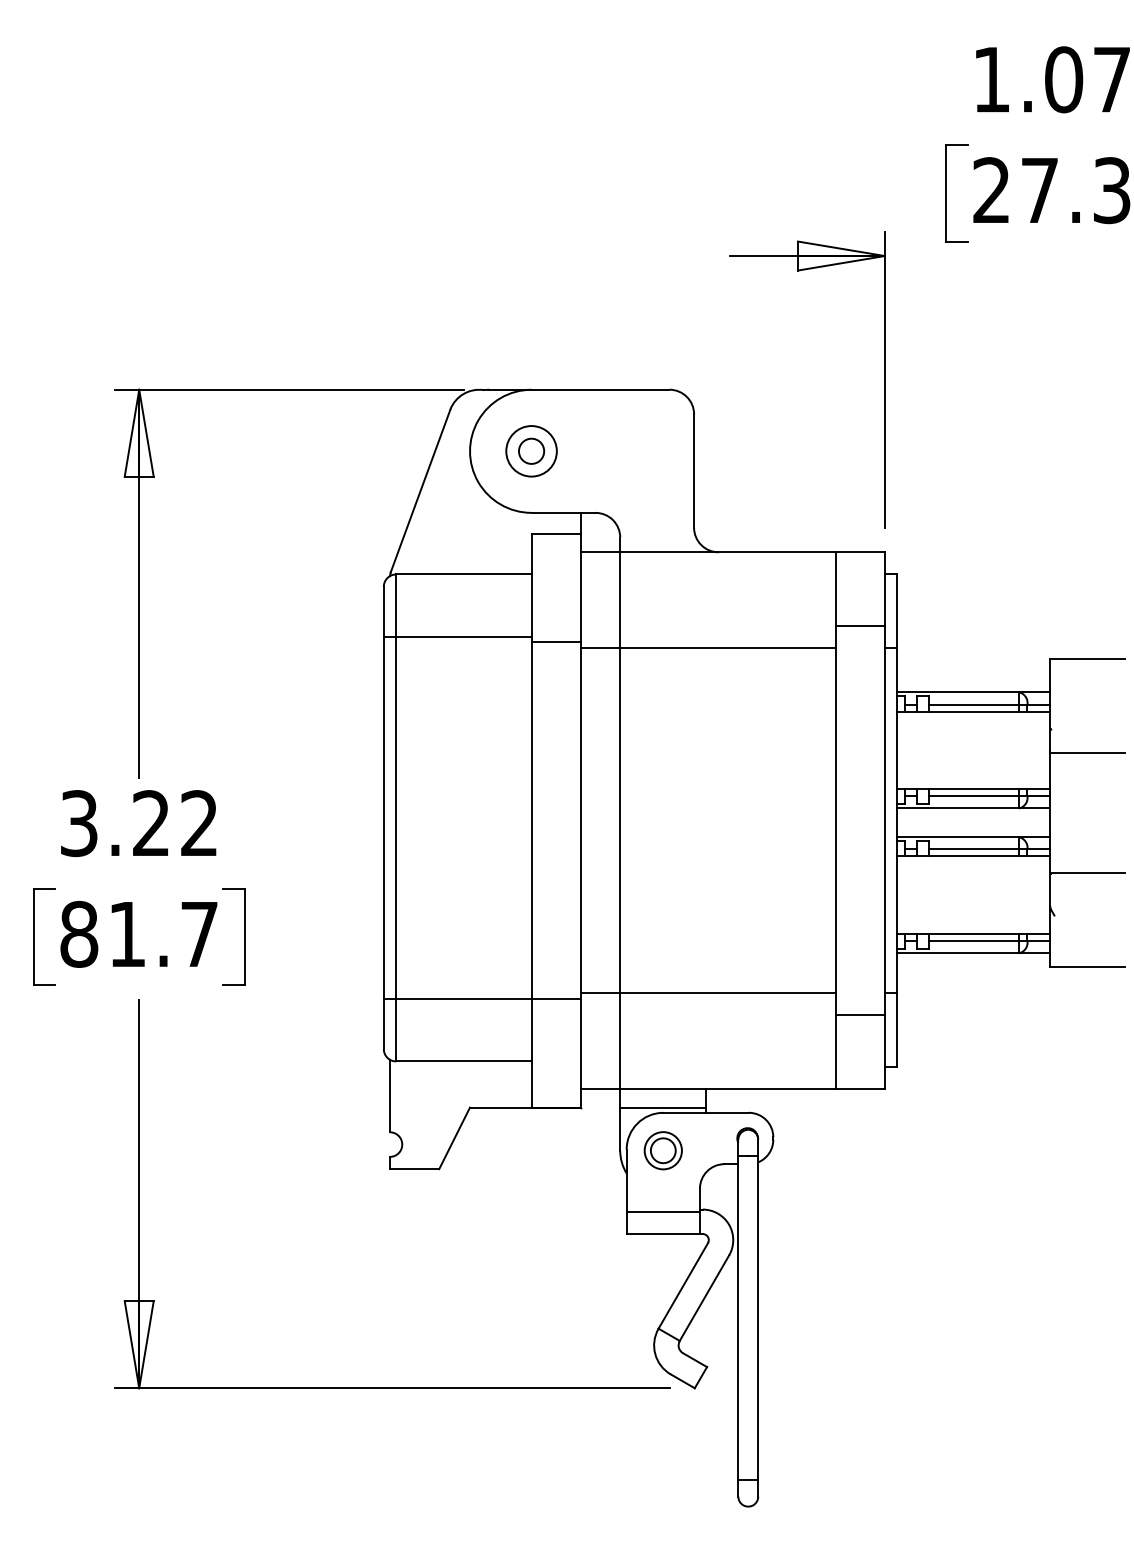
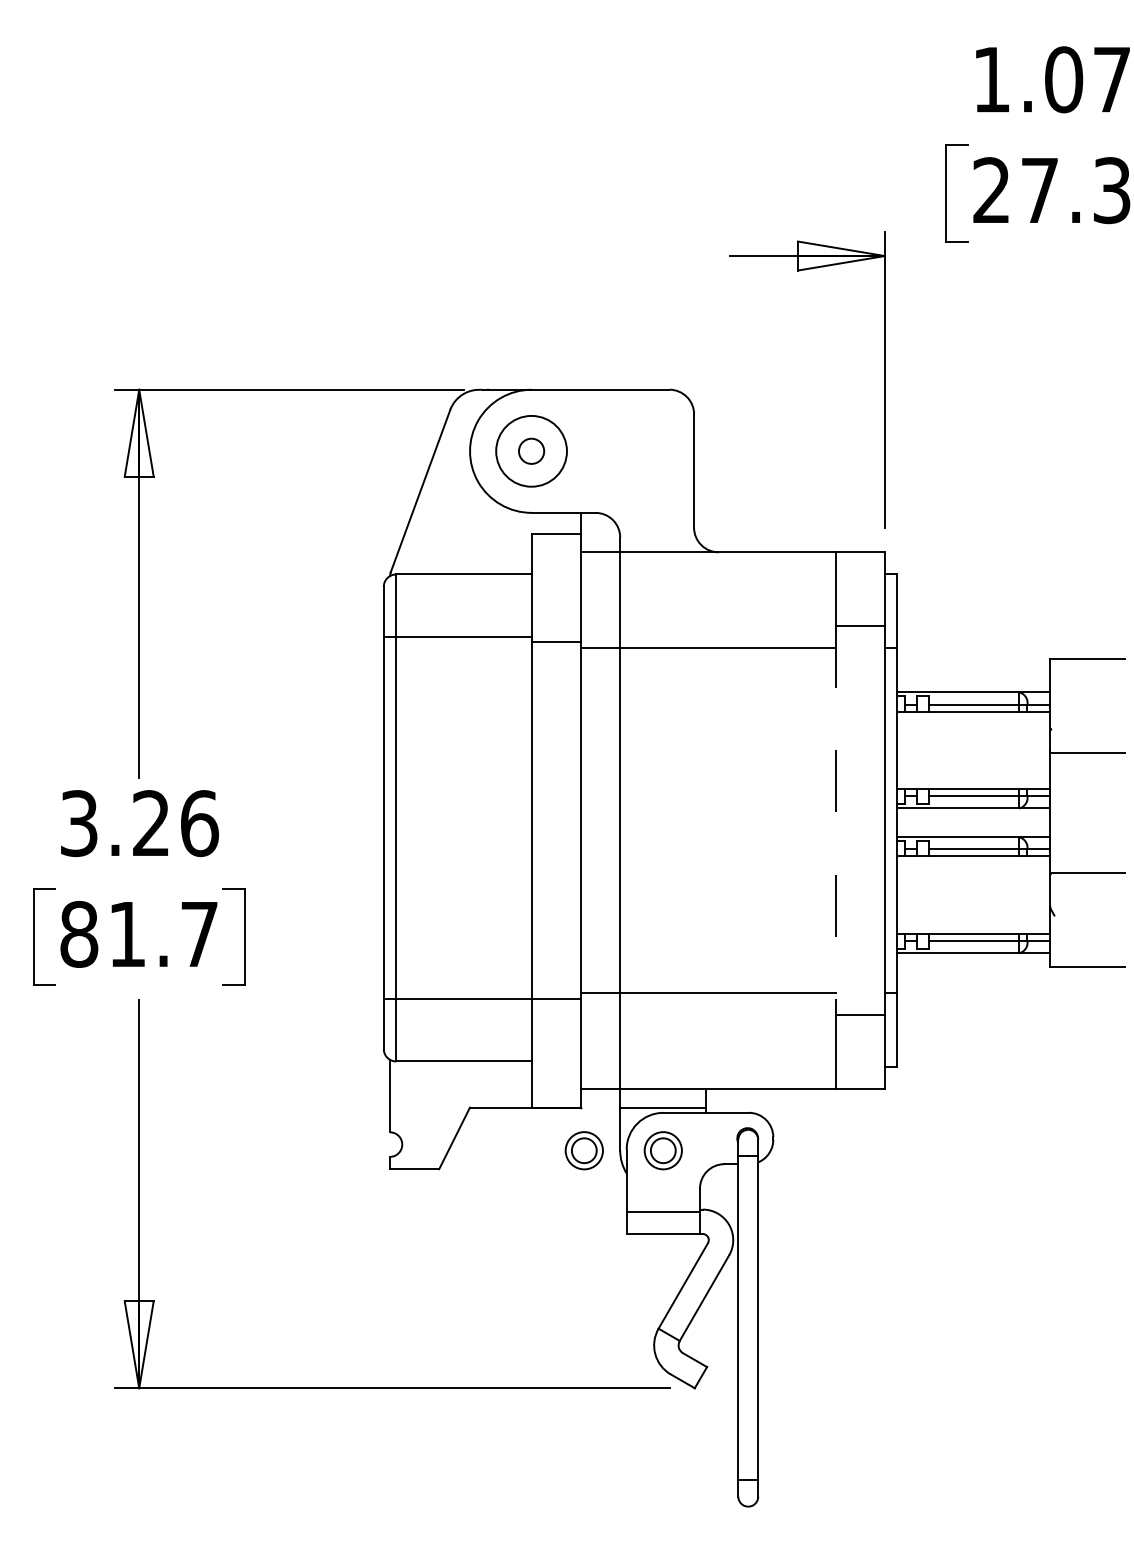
circle at (531, 451) diameter: 51 px -> 71 px
line at (835, 820): solid -> dashed
text at (199, 823): 3.22 -> 3.26
part at (583, 1150): none -> present
